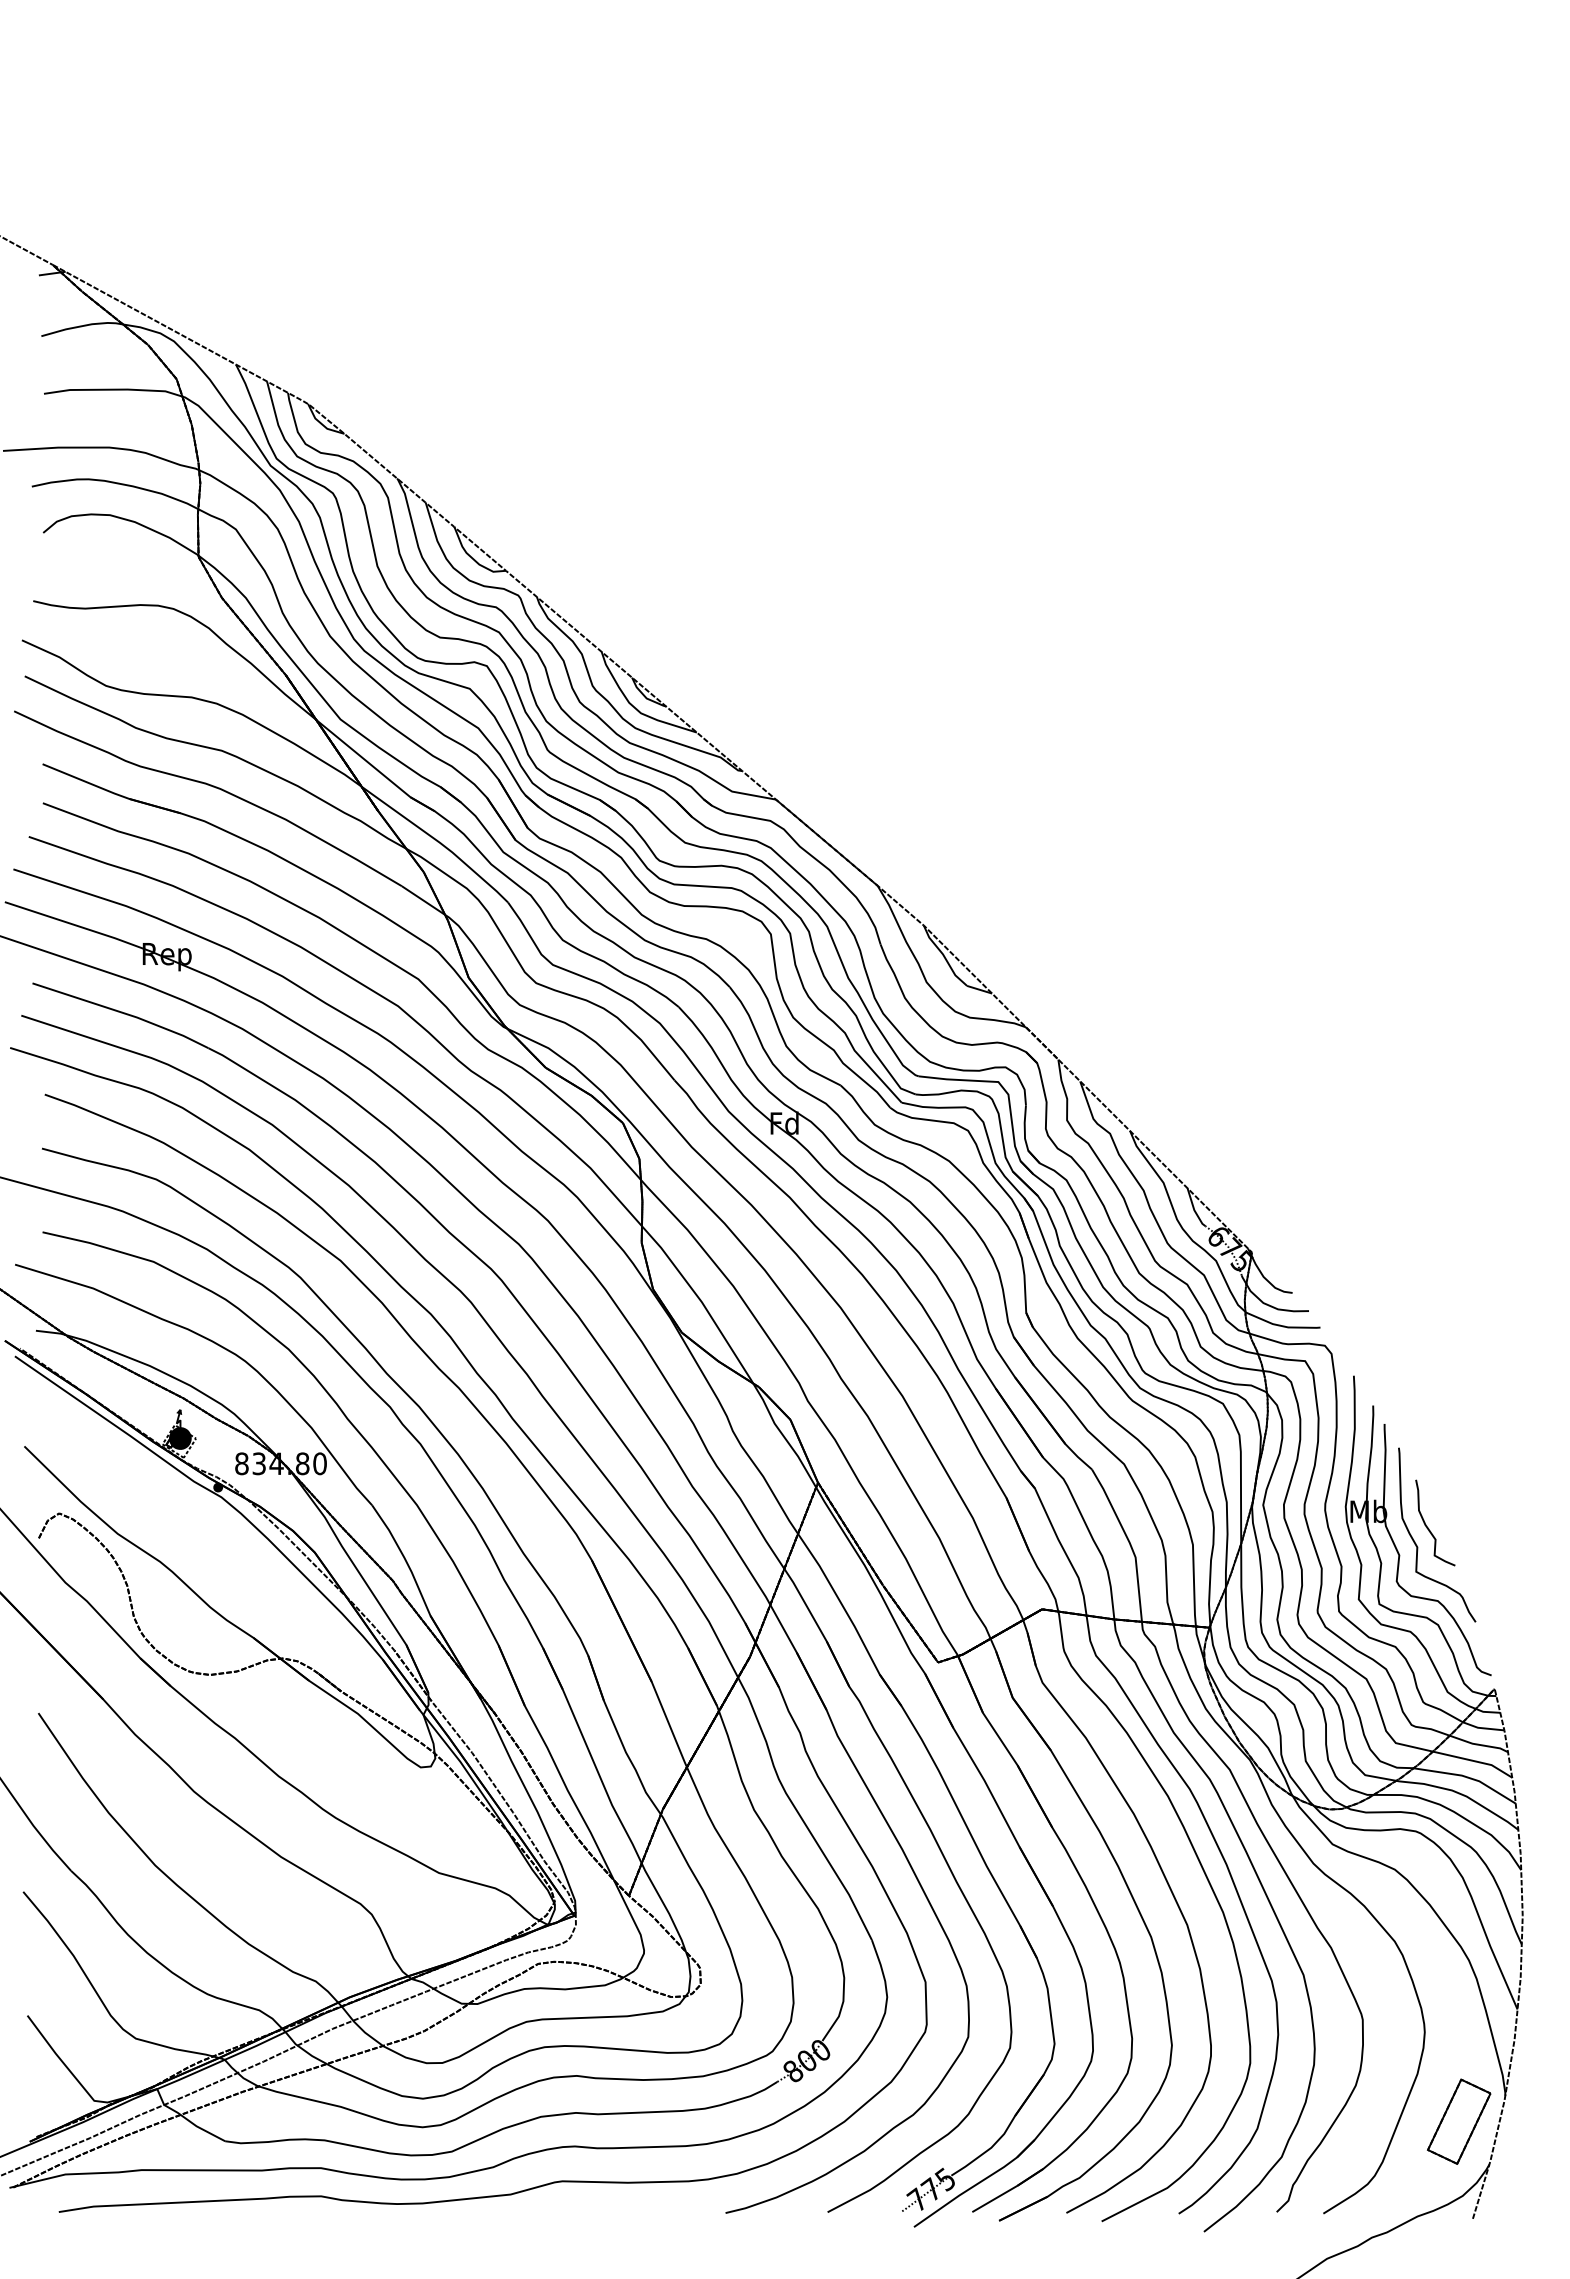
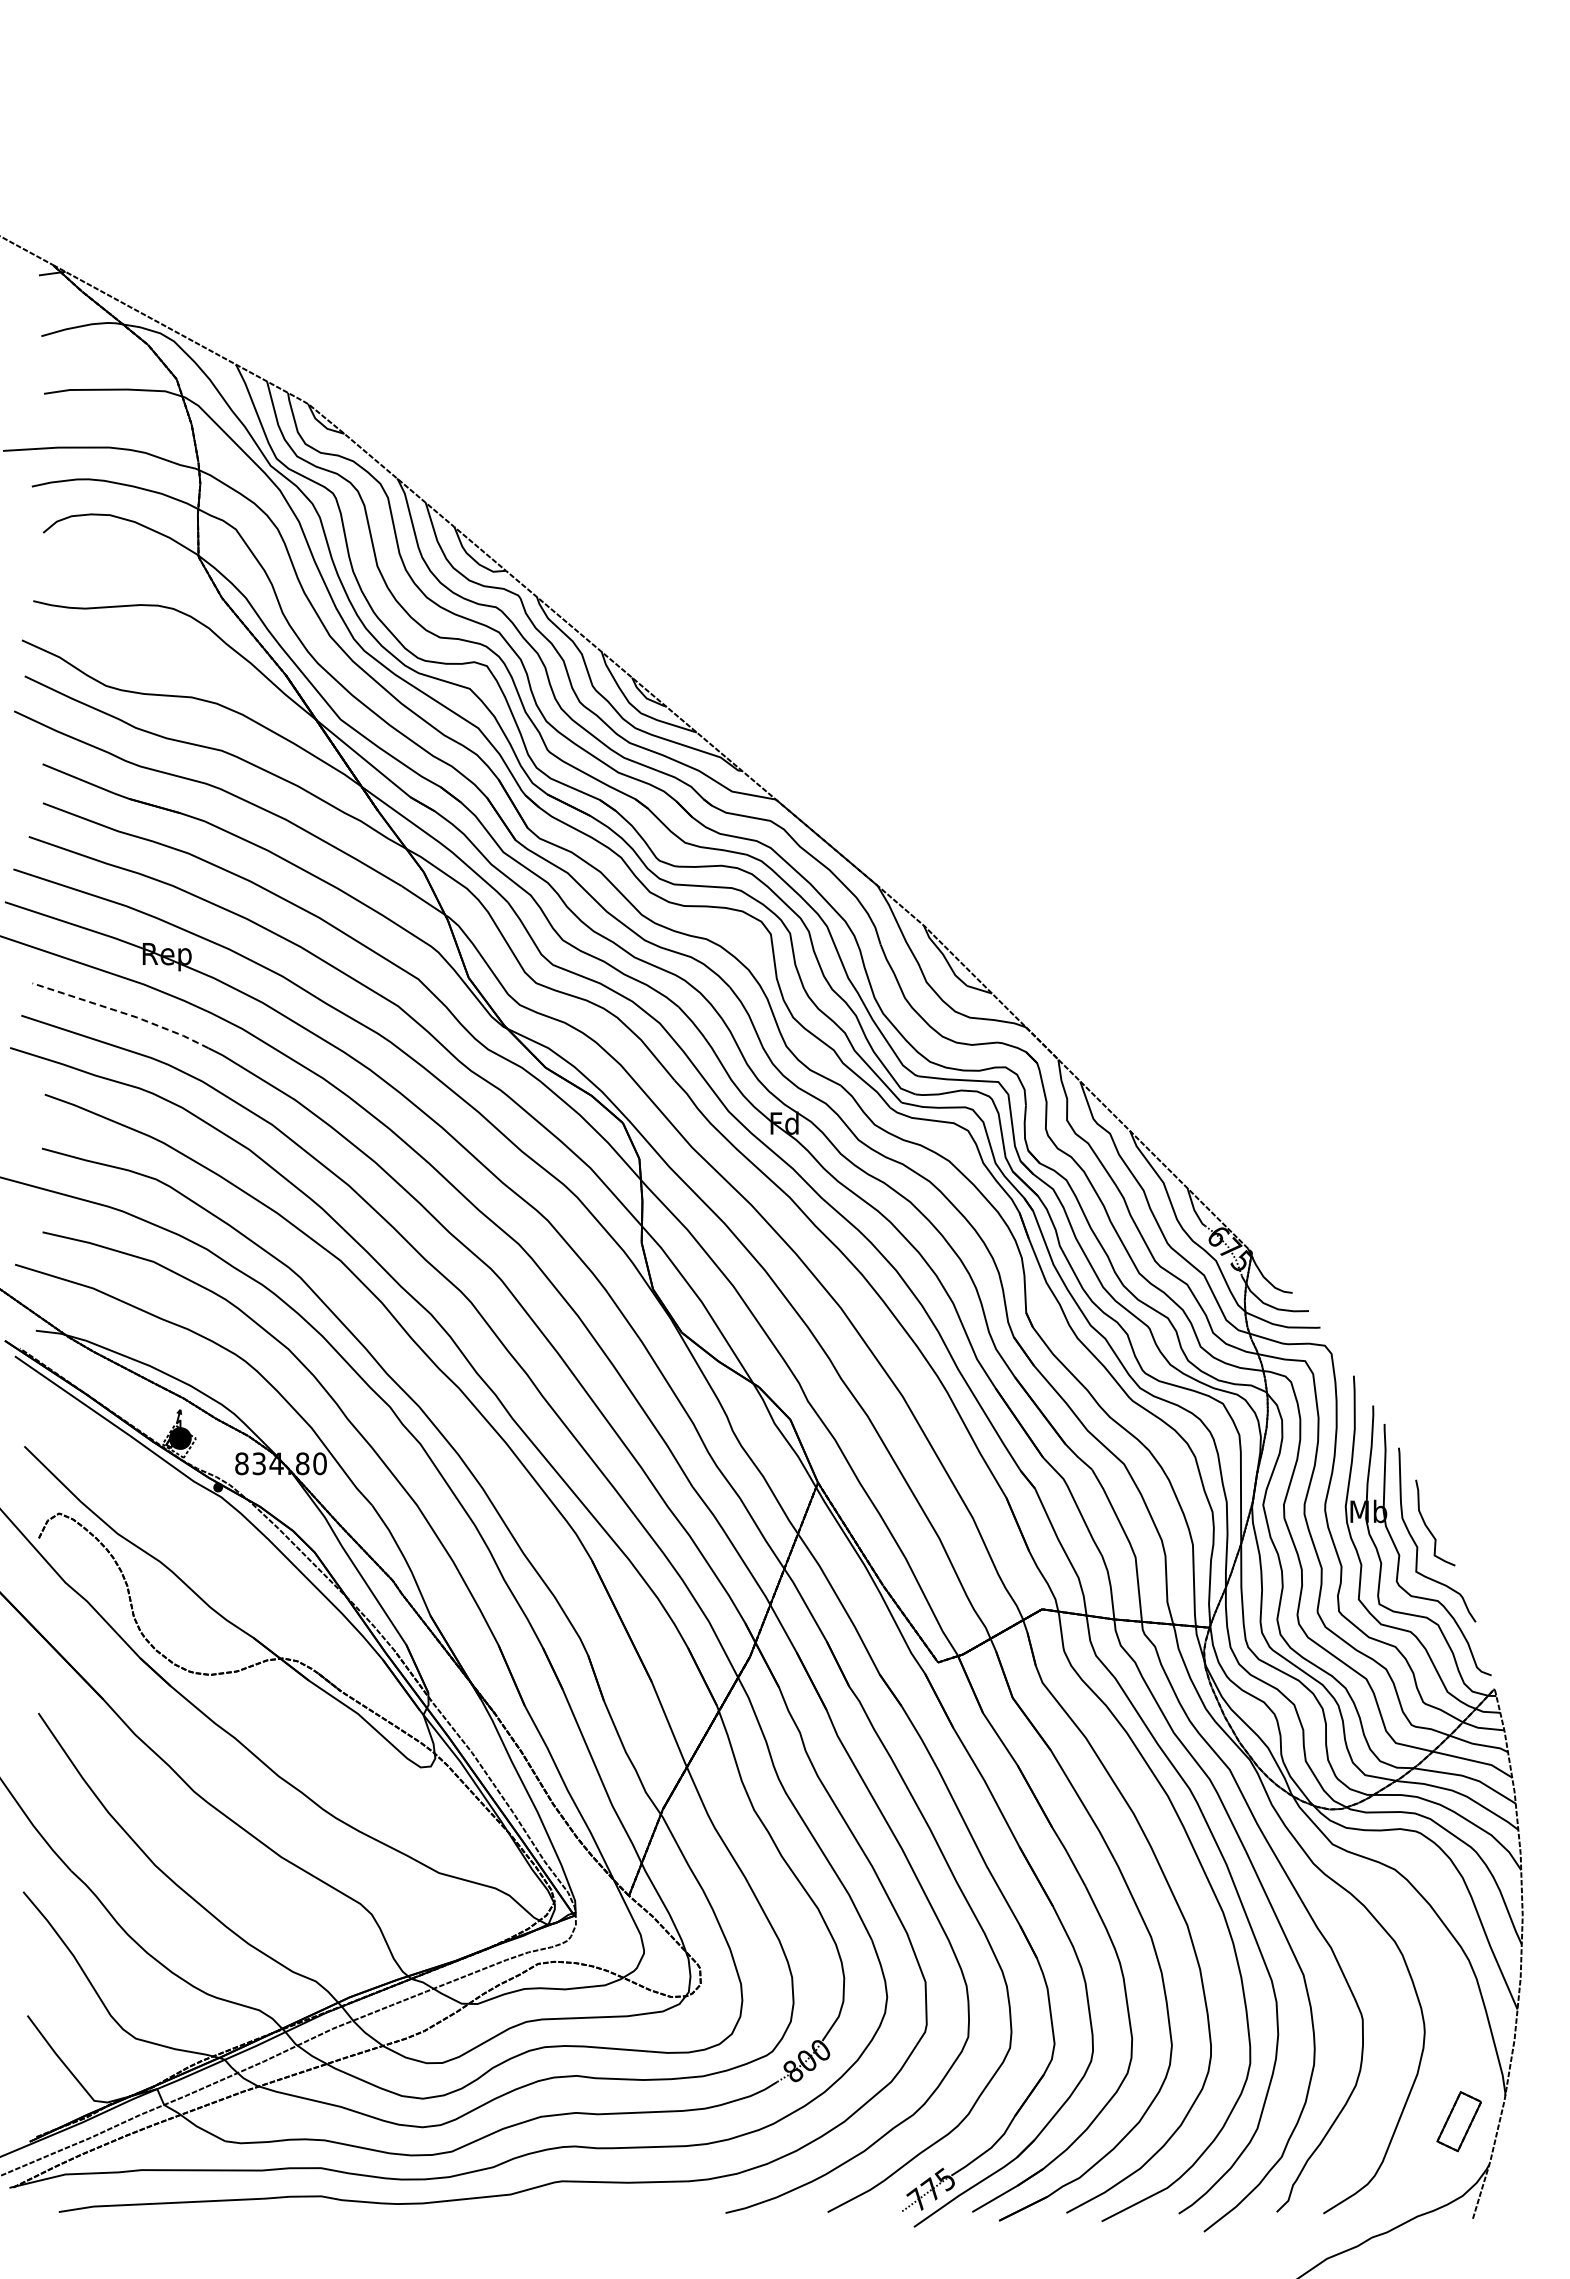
line at (122, 1012): solid -> dashed
part at (1459, 2121) size: 65x87 px -> 46x62 px
